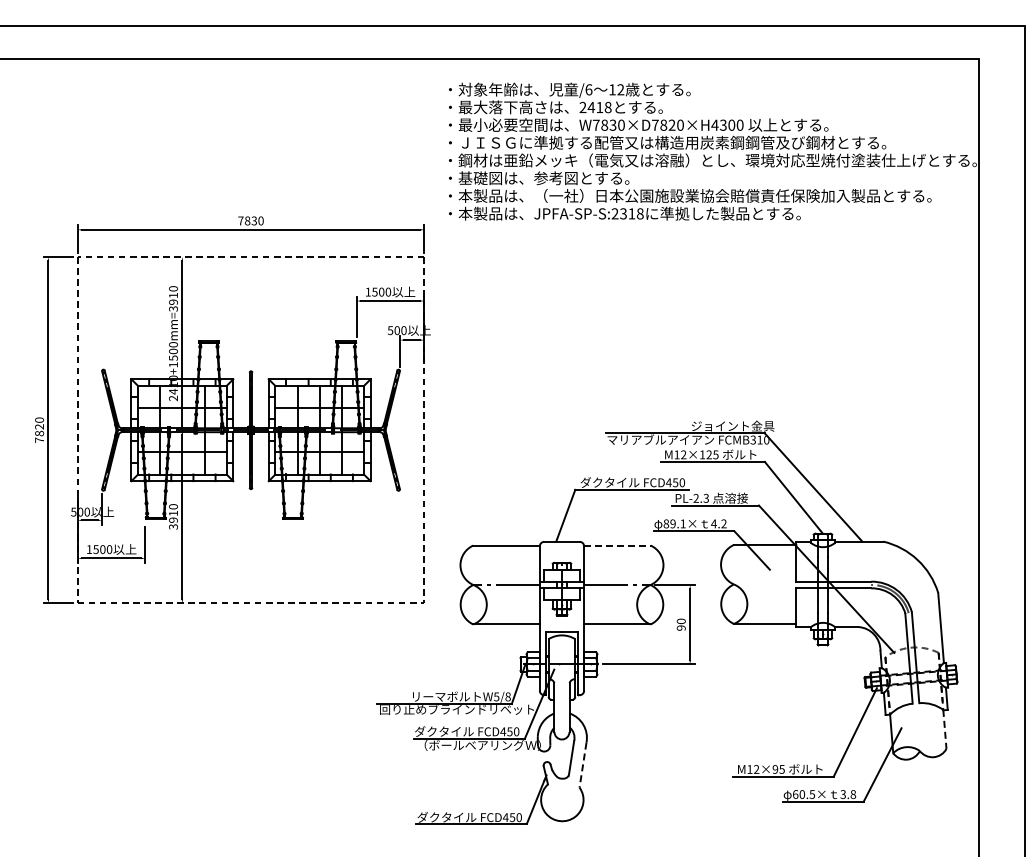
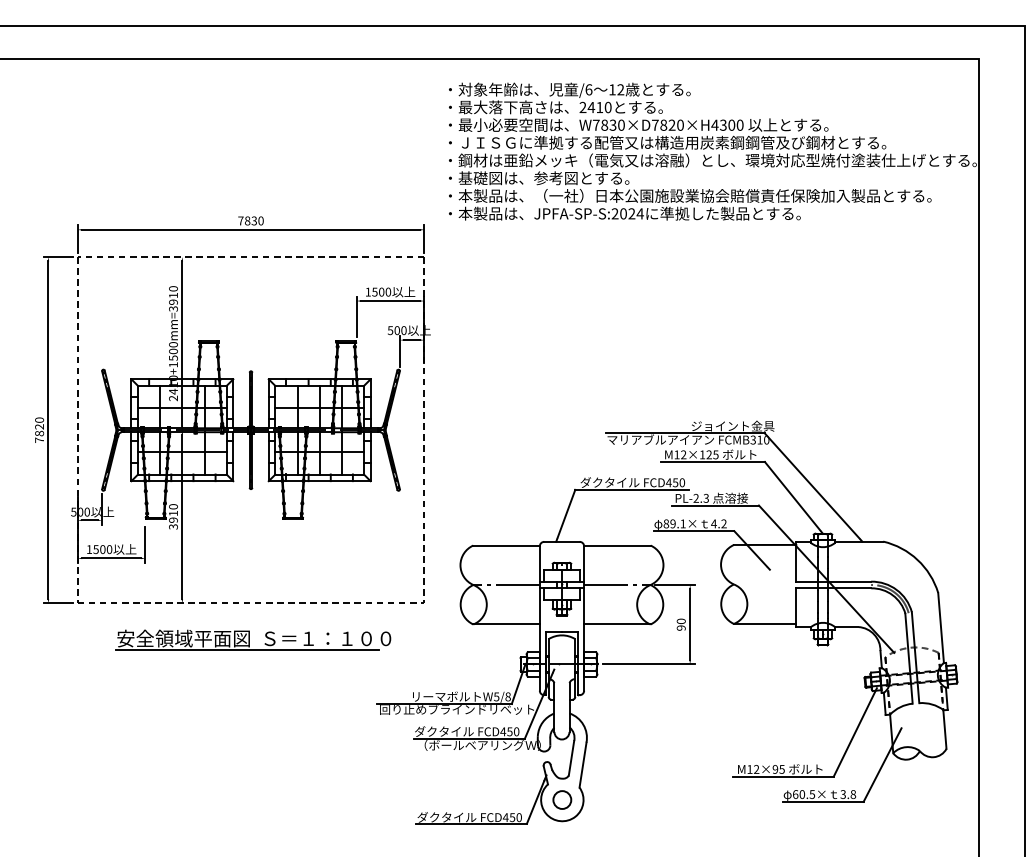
text at (607, 107): 2418 -> 2410
text at (631, 213): JPFA-SP-S:2318 -> JPFA-SP-S:2024
line at (617, 545): dashed -> solid
part at (253, 639): none -> present
line at (944, 729): dashed -> solid
line at (583, 765): dashed -> solid
circle at (562, 799): none -> present
